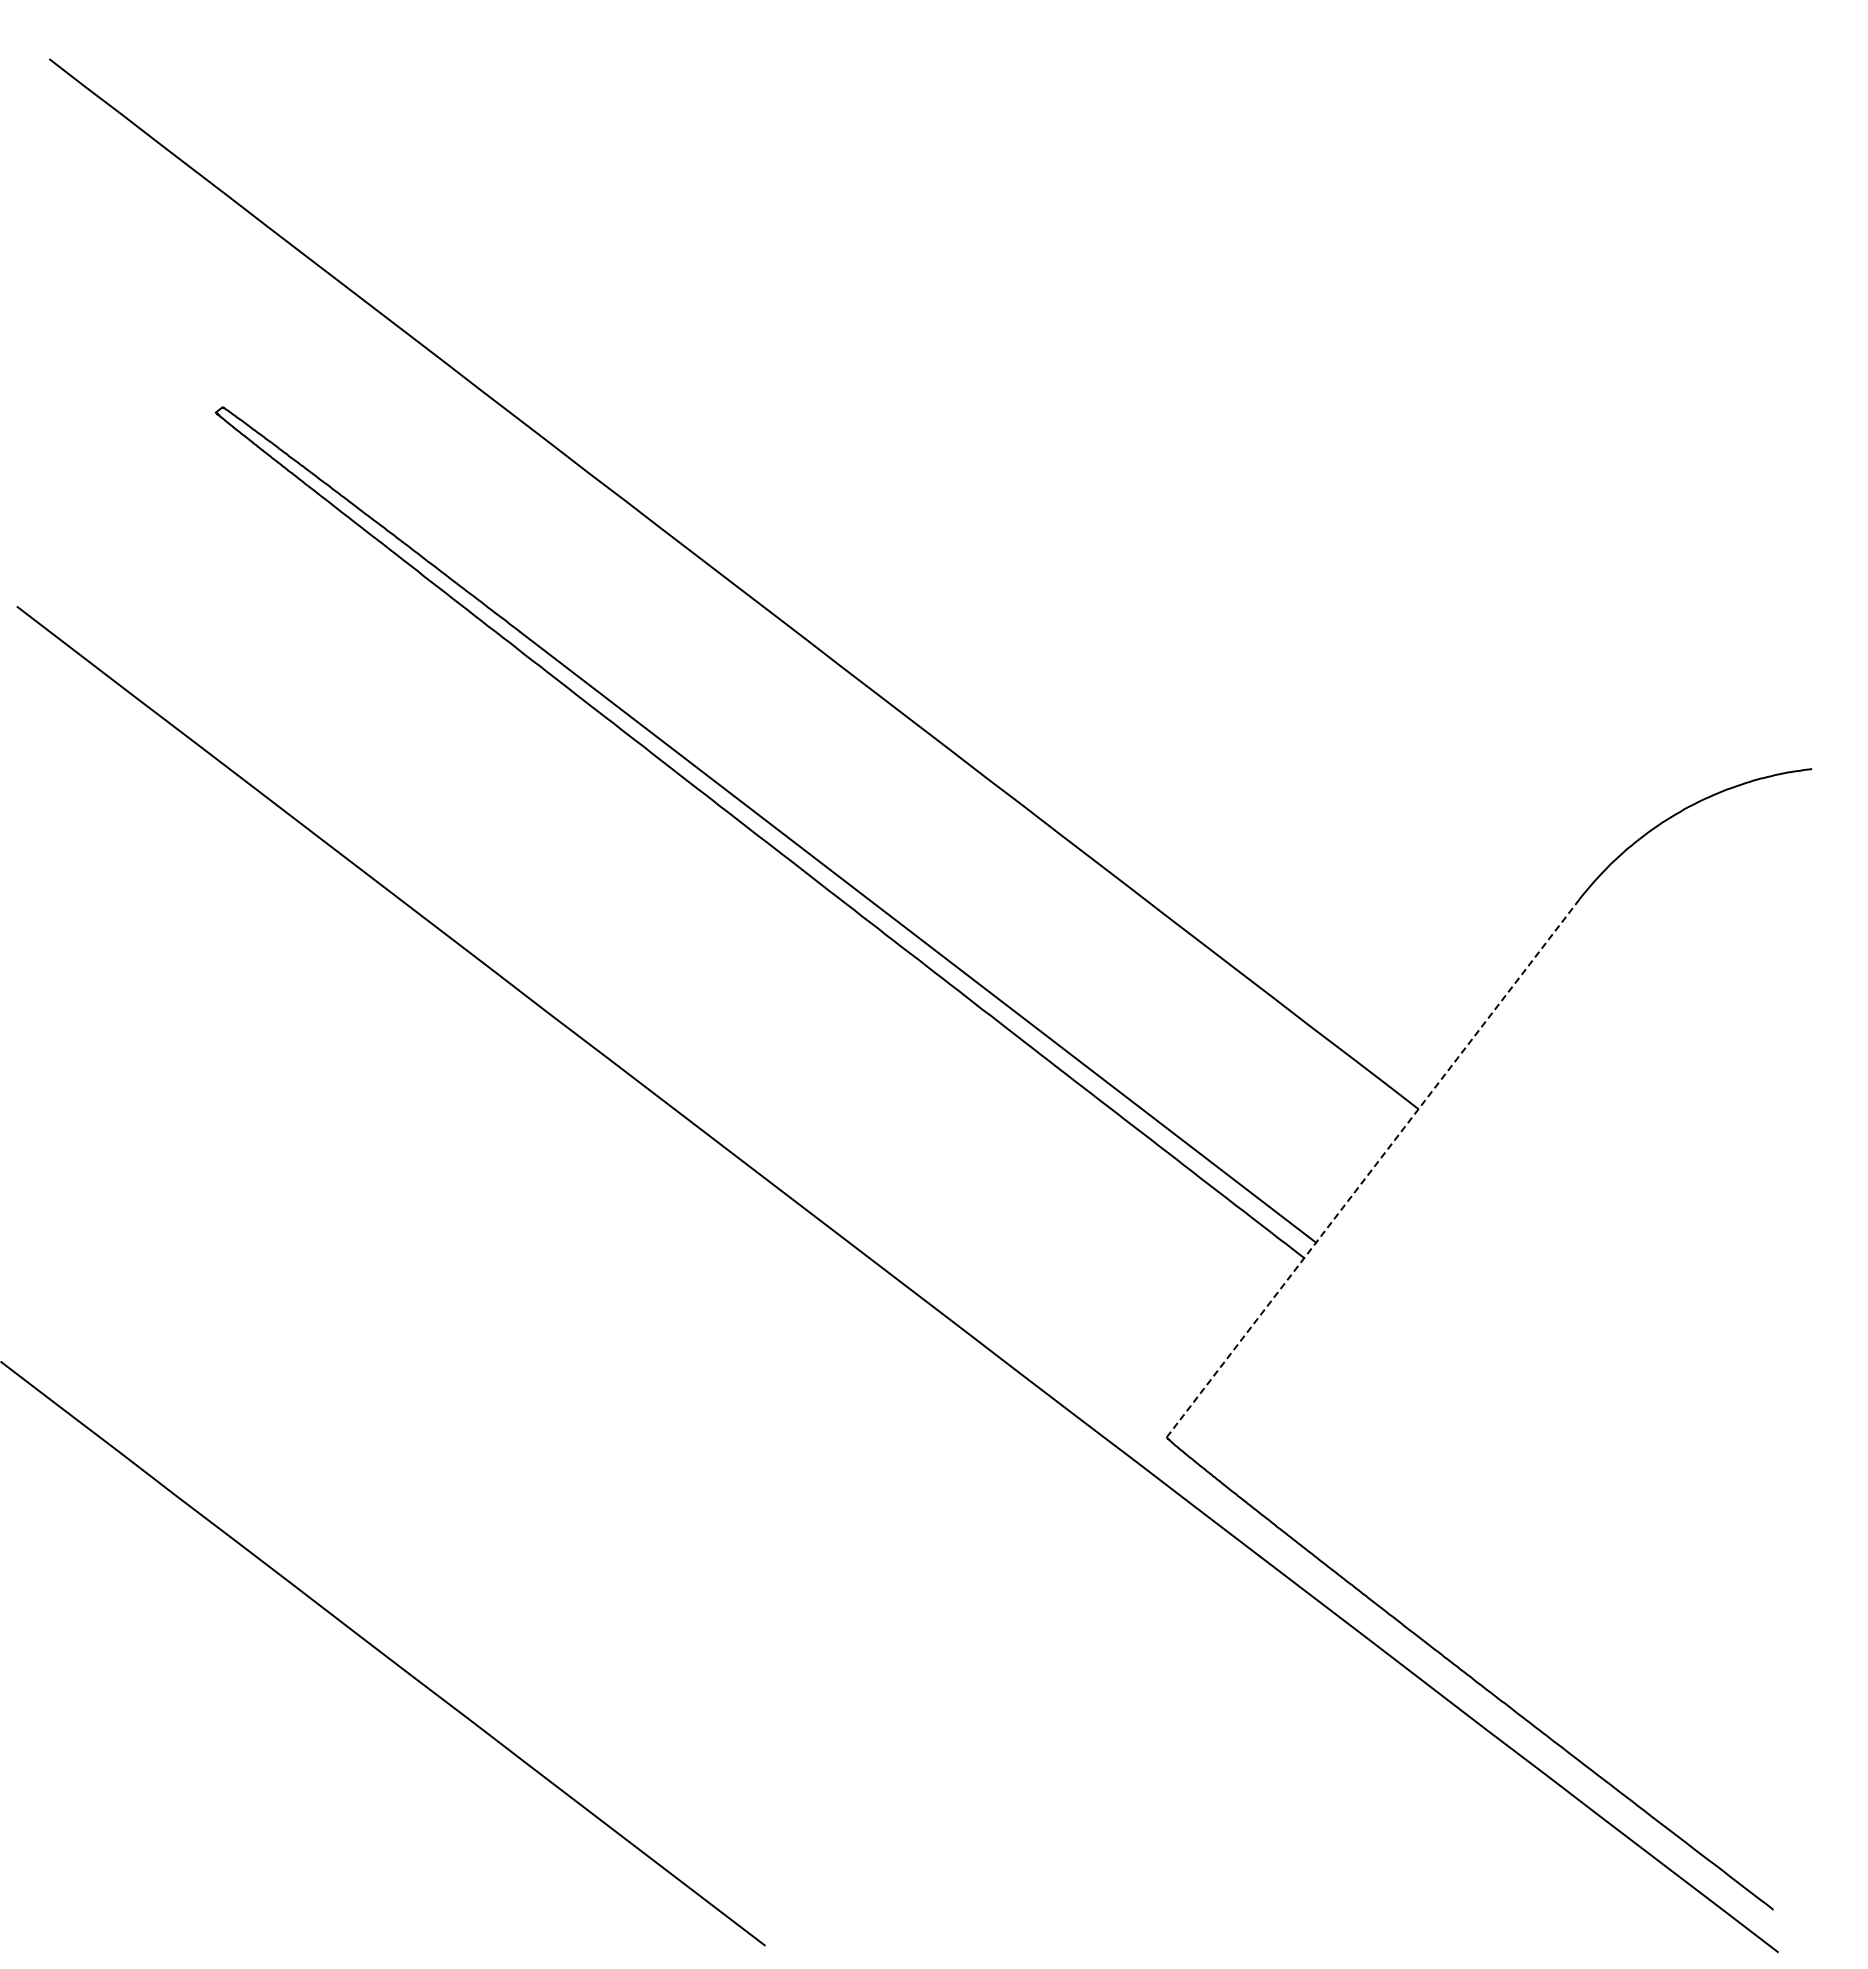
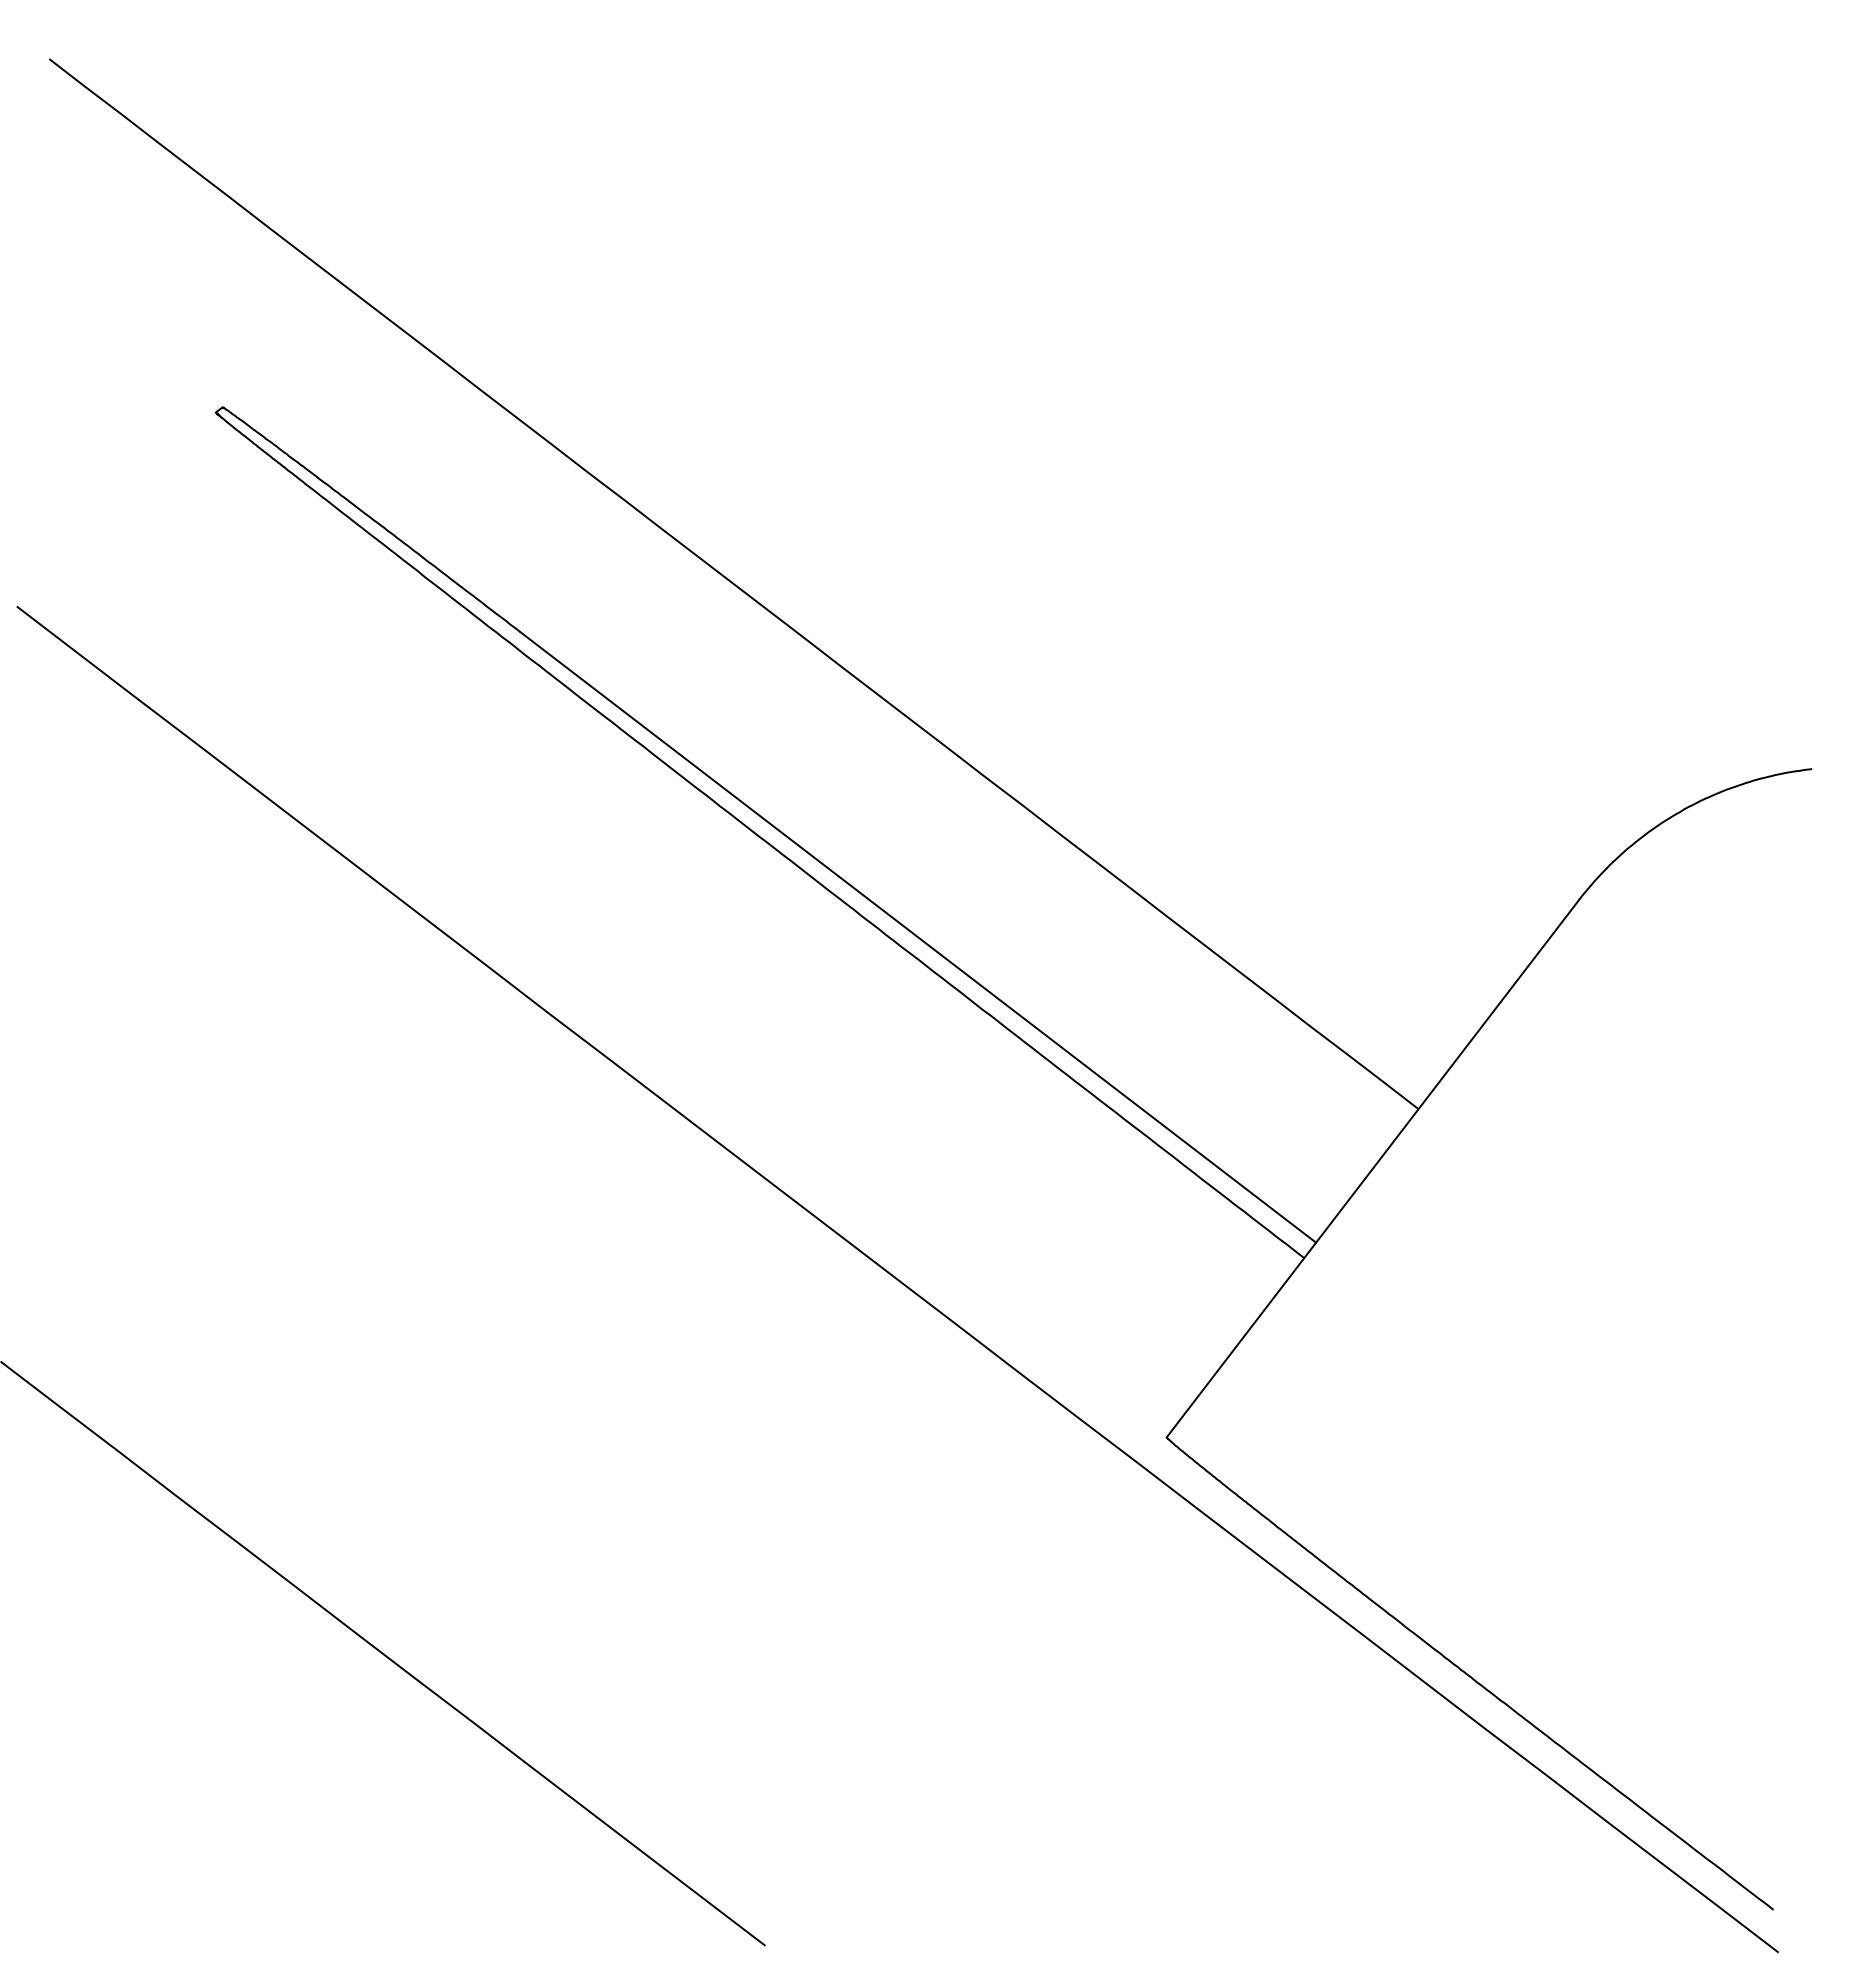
line at (1372, 1168): dashed -> solid
